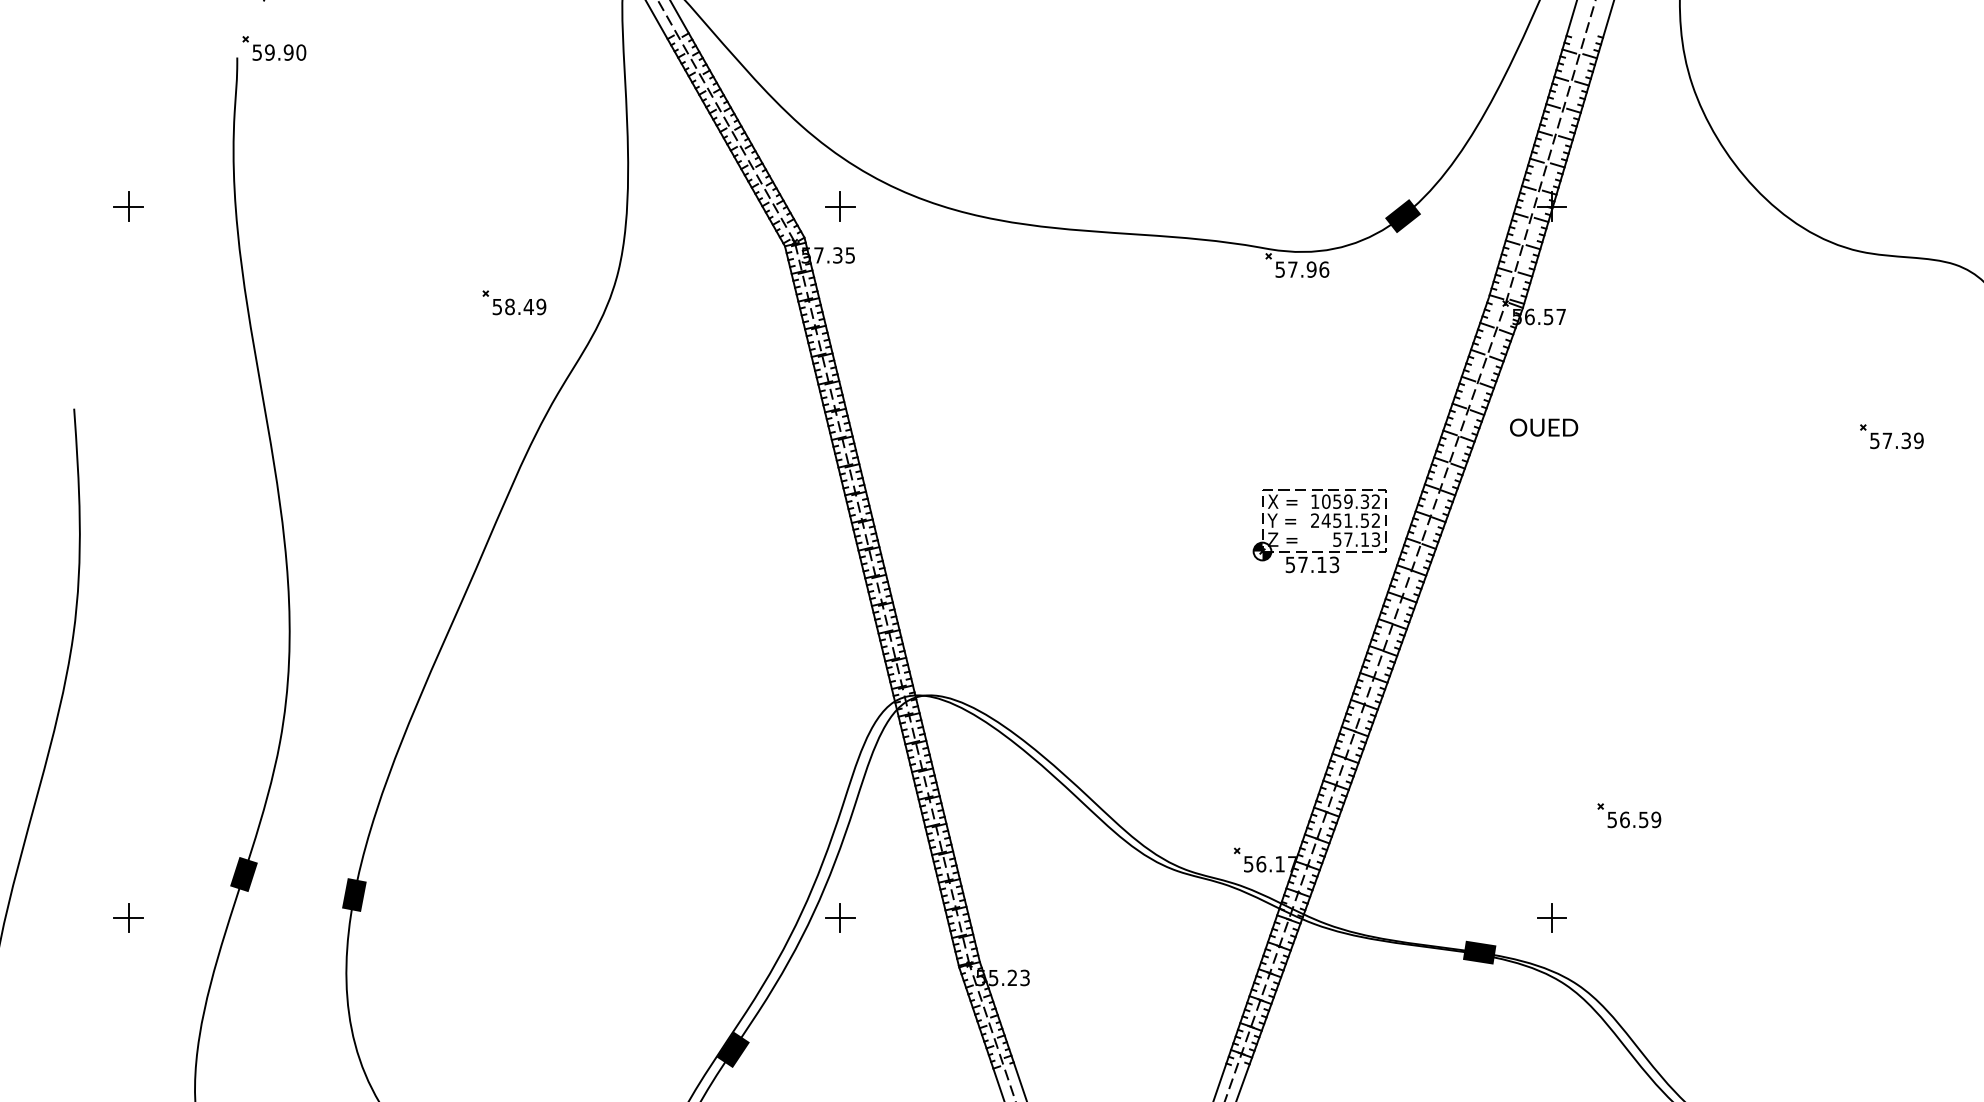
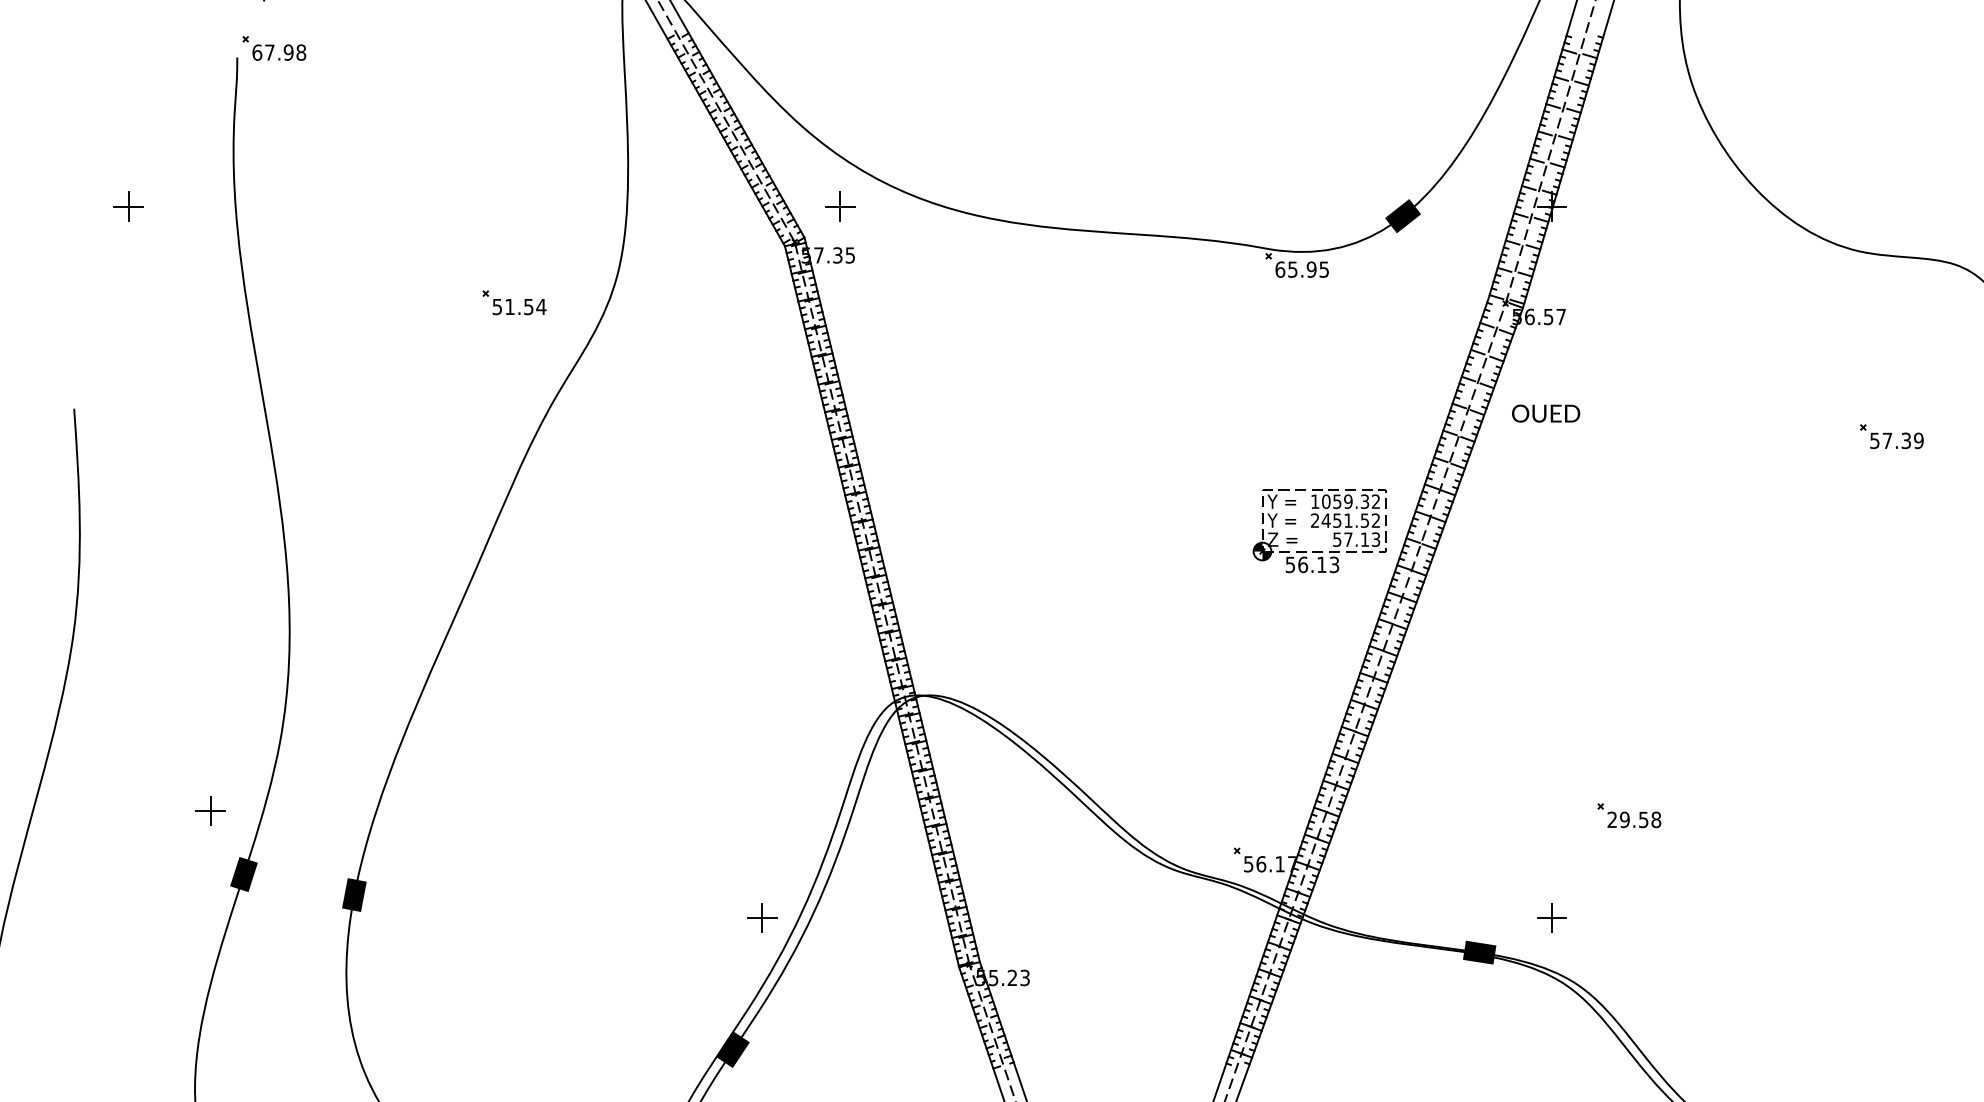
text at (279, 52): 59.90 -> 67.98
text at (1302, 269): 57.96 -> 65.95
text at (525, 306): 58.49 -> 51.54
text at (1544, 427) position: (1544, 427) -> (1546, 413)
text at (1282, 501): X = -> Y =
text at (1303, 564): 57.13 -> 56.13
text at (1634, 819): 56.59 -> 29.58
part at (128, 917) position: (128, 917) -> (210, 810)
part at (840, 917) position: (840, 917) -> (762, 917)
